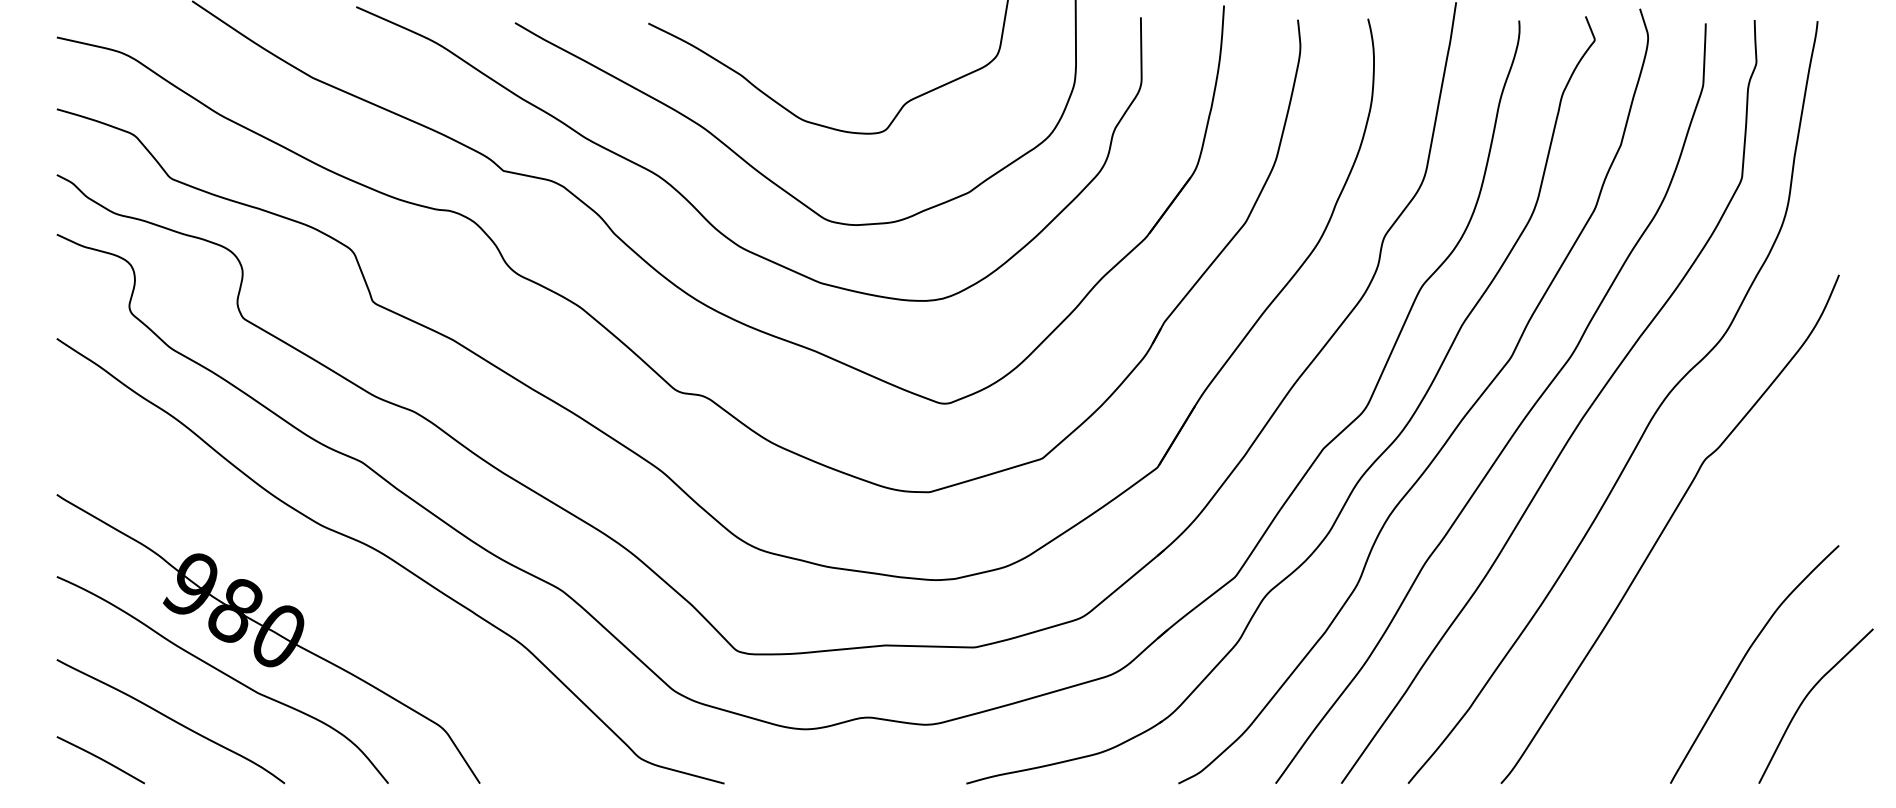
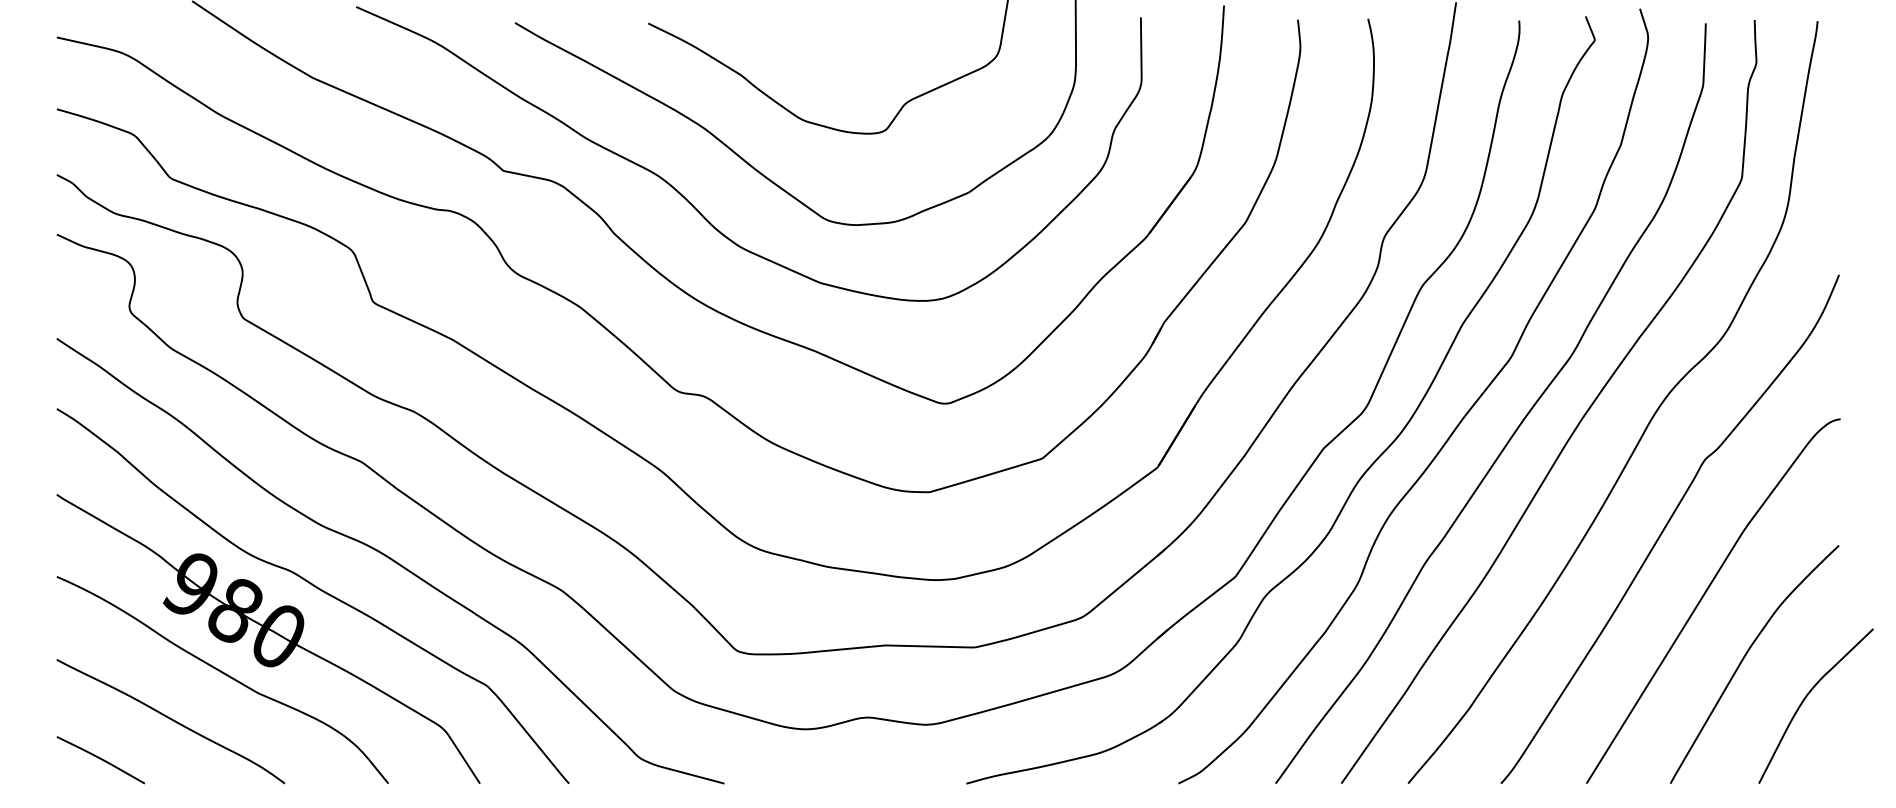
curve at (316, 588): none -> present
curve at (1705, 594): none -> present
